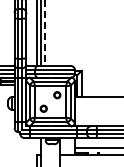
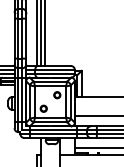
line at (45, 33): dashed -> solid
line at (97, 116): none -> present
